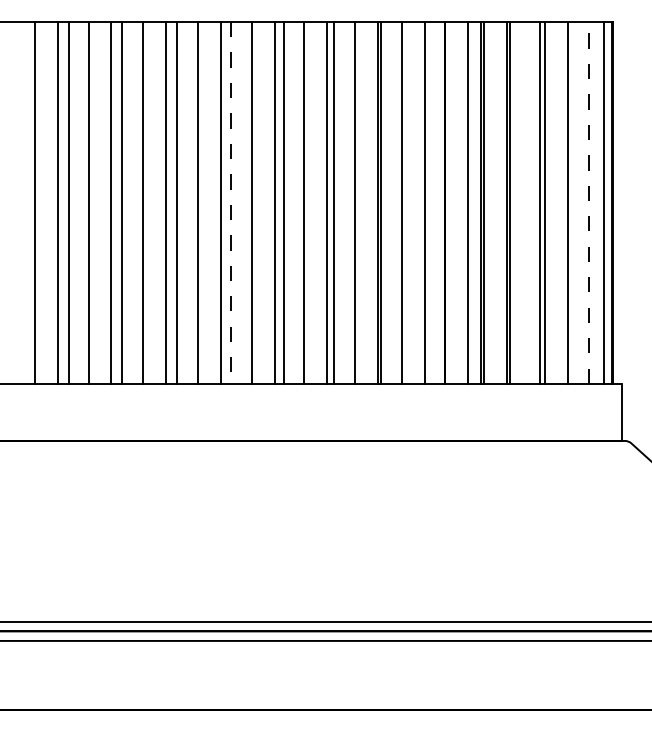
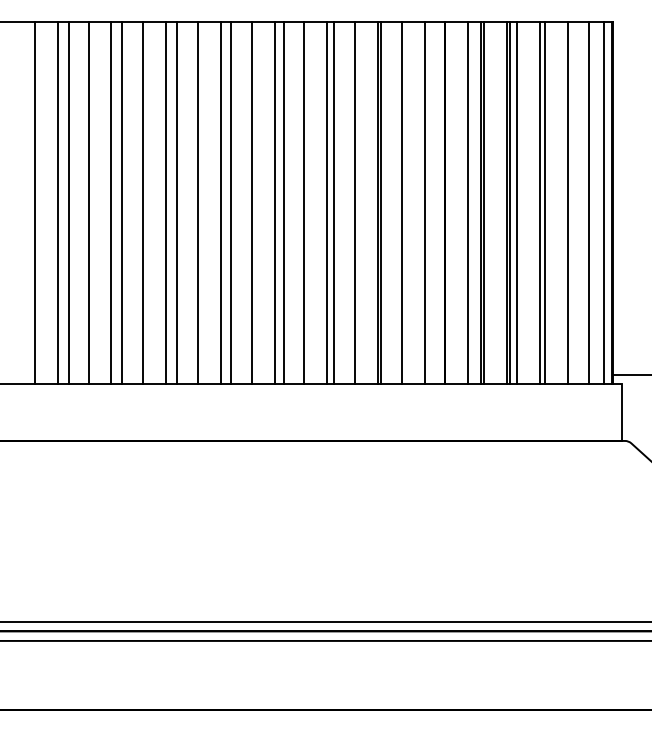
line at (231, 202): dashed -> solid
line at (517, 202): none -> present
line at (589, 202): dashed -> solid
line at (630, 375): none -> present
